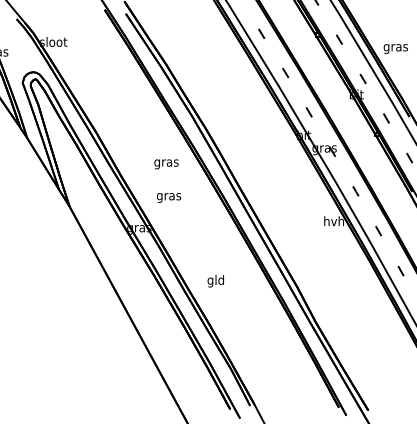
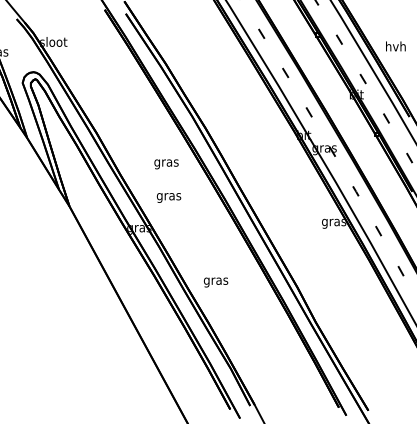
text at (395, 47): gras -> hvh
text at (334, 222): hvh -> gras
text at (215, 281): gld -> gras
